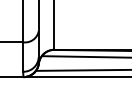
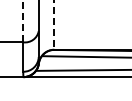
line at (23, 21): solid -> dashed
line at (54, 25): solid -> dashed
